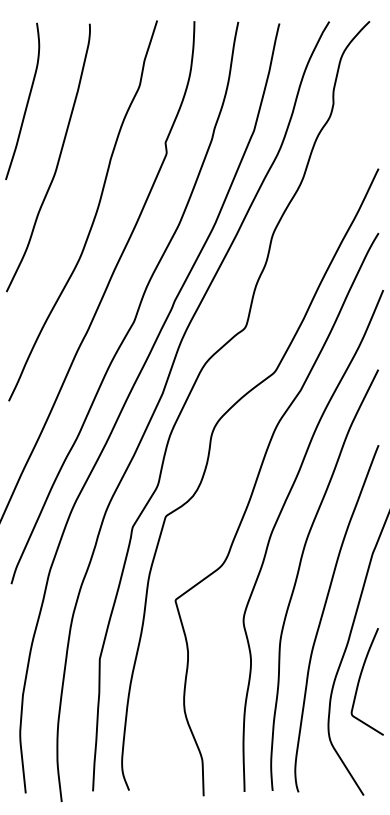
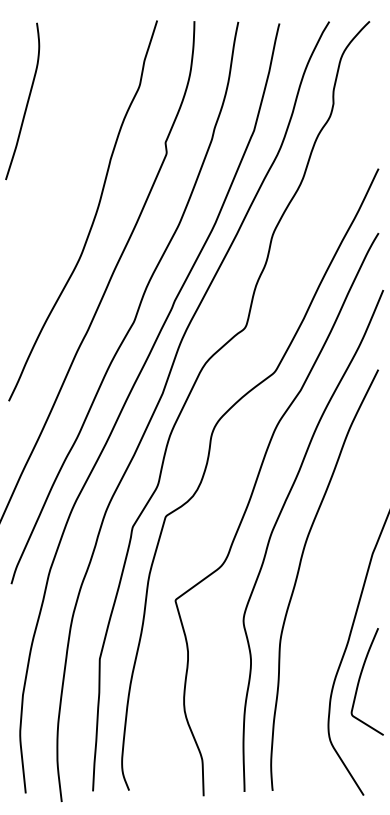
curve at (57, 160): present -> none
curve at (323, 614): present -> none
